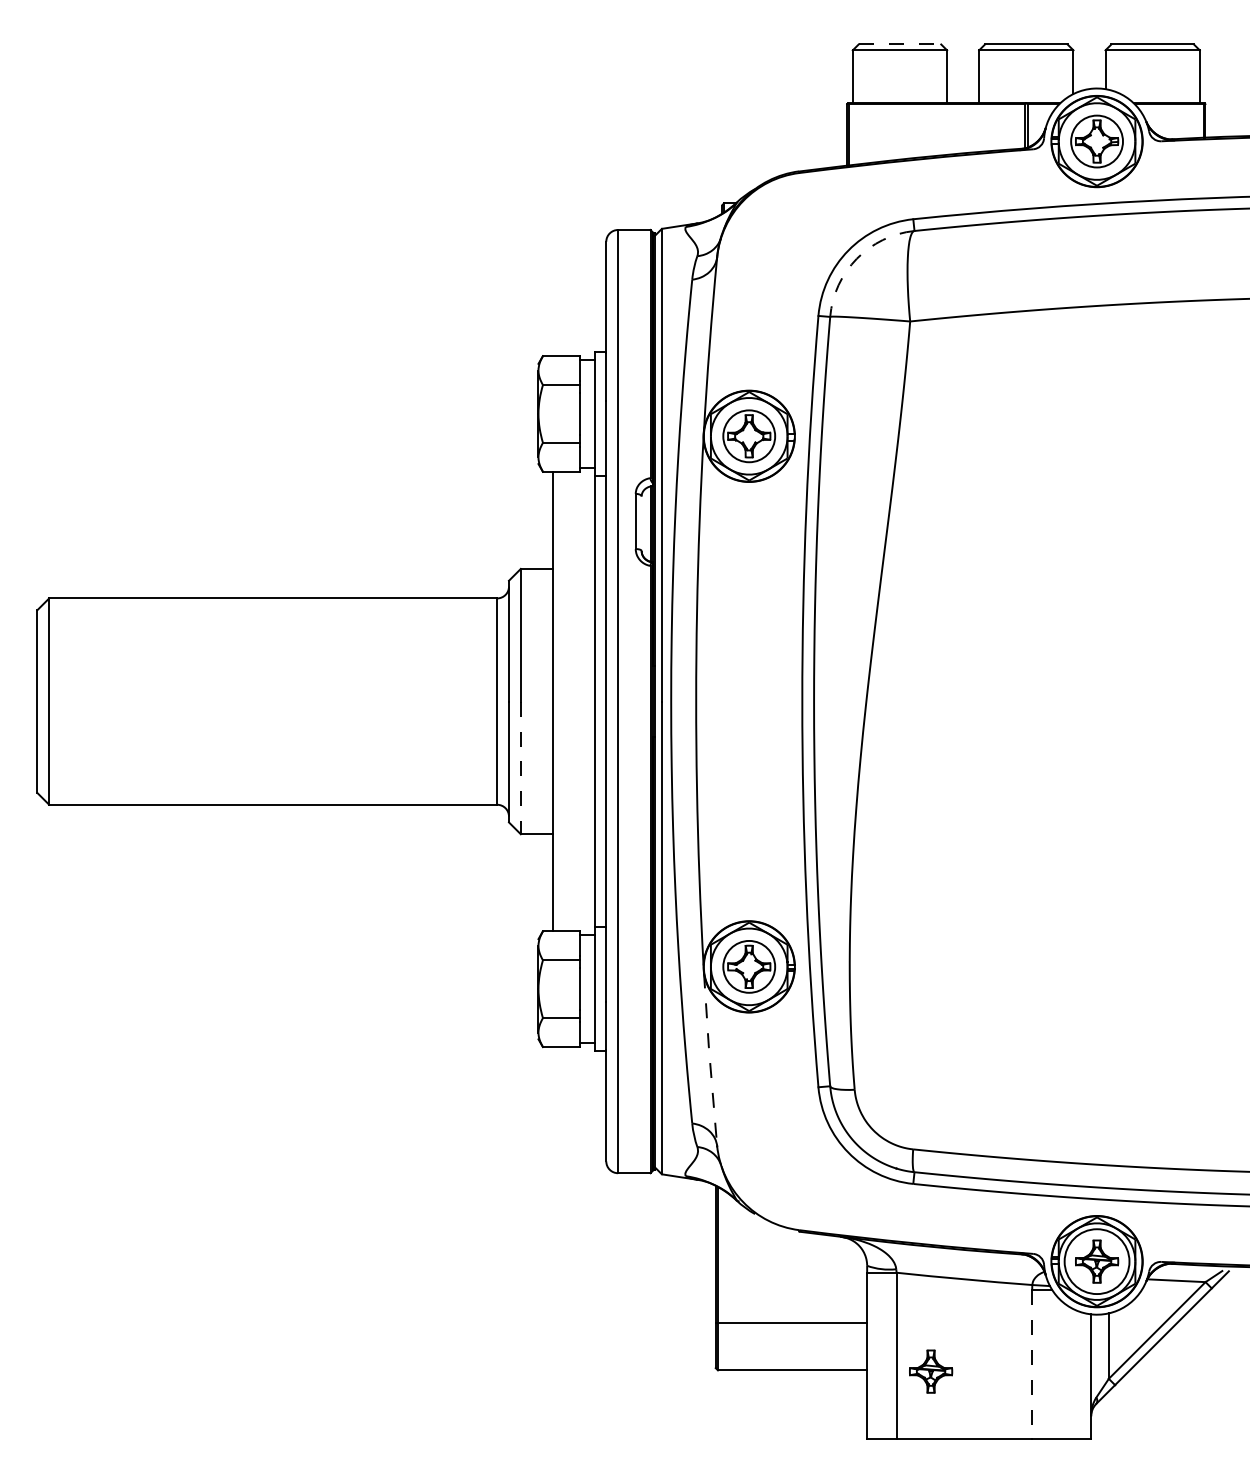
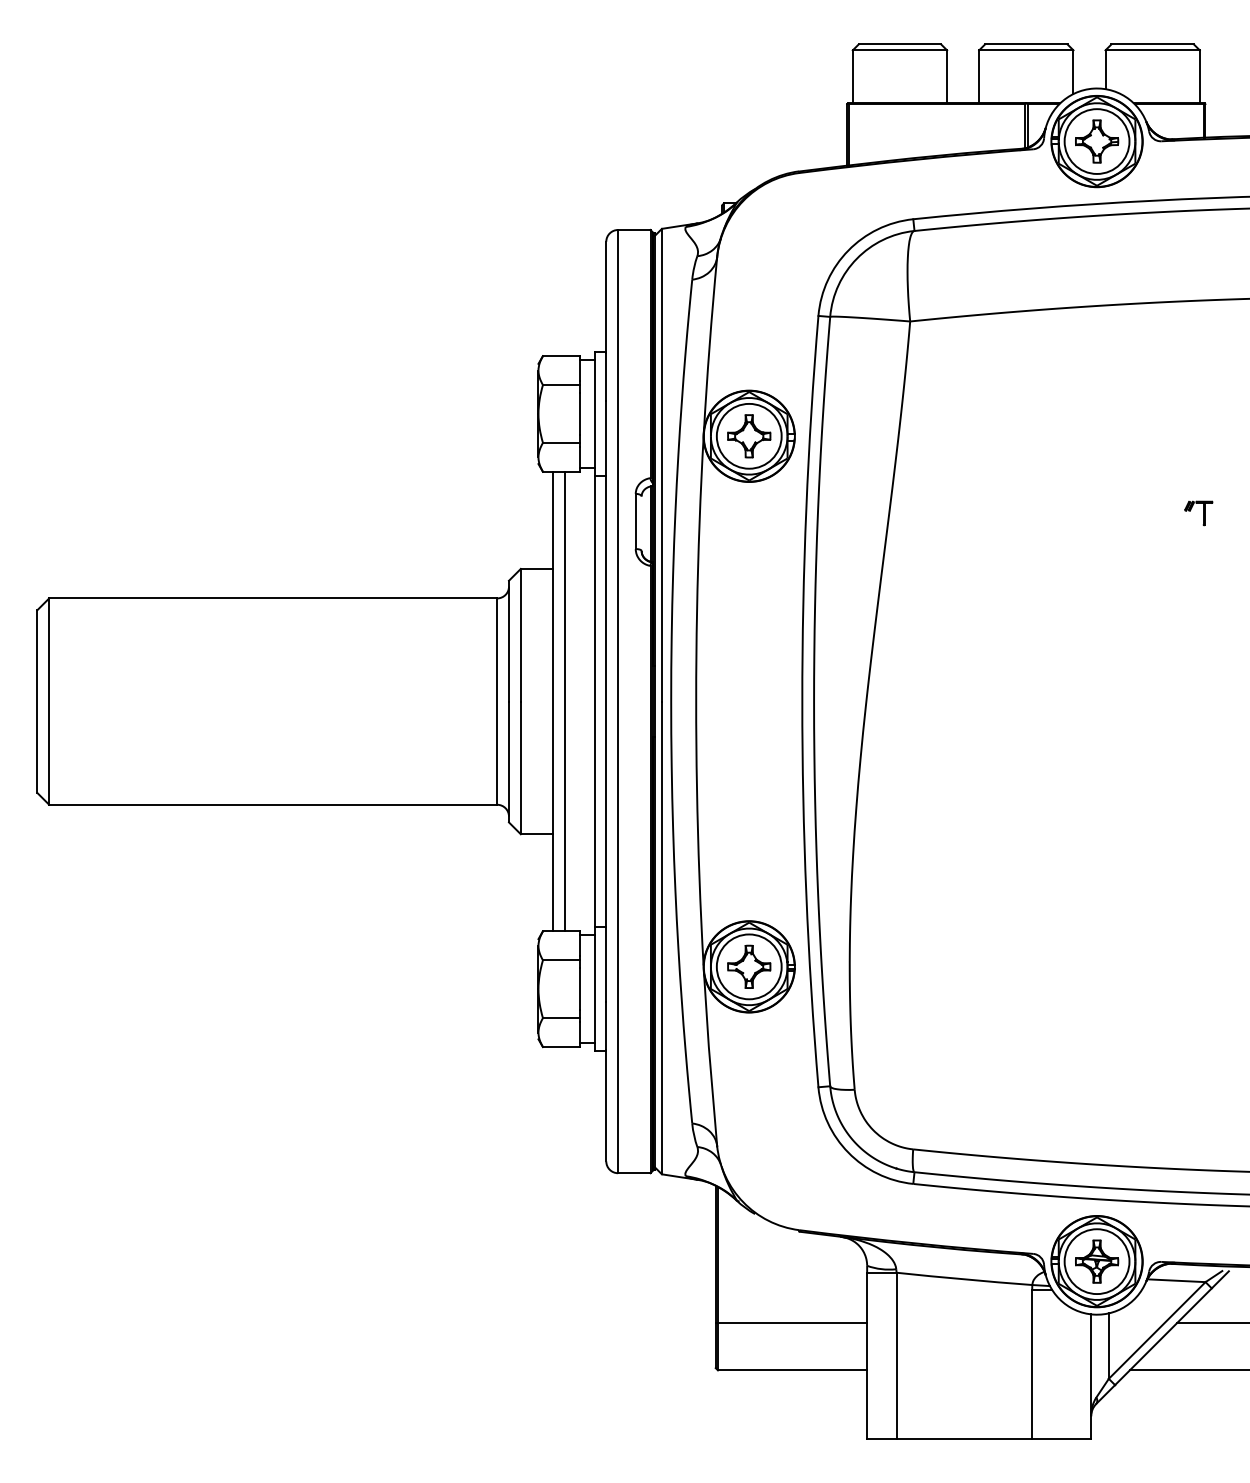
line at (900, 44): dashed -> solid
circle at (1096, 141) diameter: 52 px -> 65 px
arc at (856, 258): dashed -> solid
circle at (749, 436) diameter: 52 px -> 65 px
part at (1198, 513): none -> present
line at (565, 701): none -> present
line at (520, 768): dashed -> solid
circle at (749, 966) diameter: 52 px -> 65 px
line at (709, 1058): dashed -> solid
line at (1211, 1323): none -> present
line at (1032, 1364): dashed -> solid
line at (1187, 1370): none -> present
part at (931, 1371): present -> none
